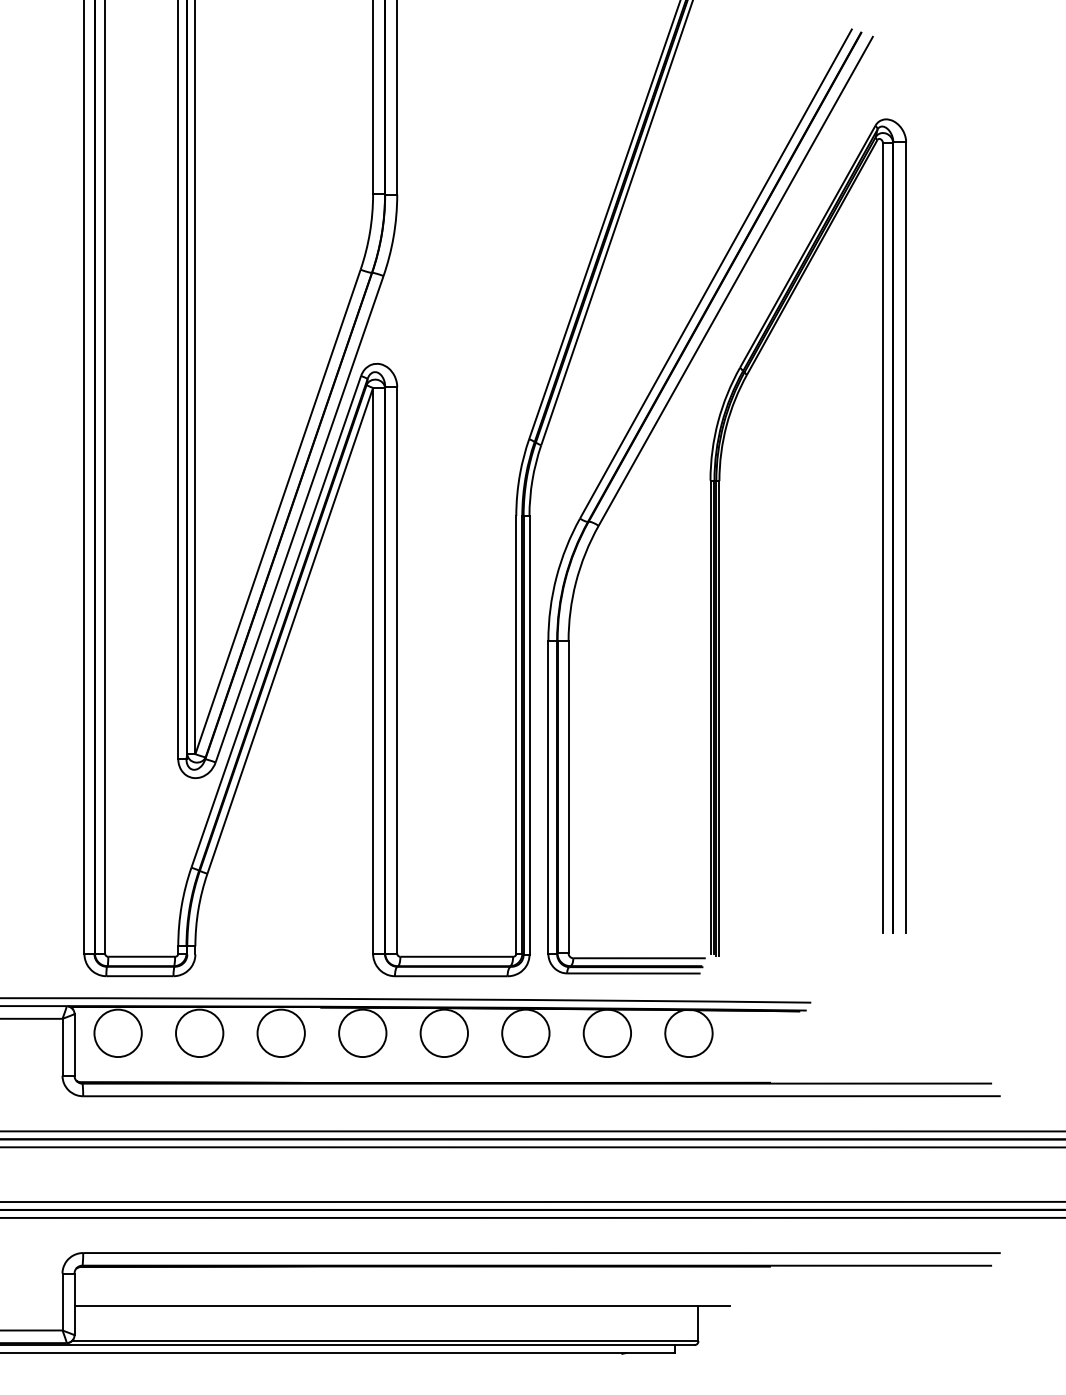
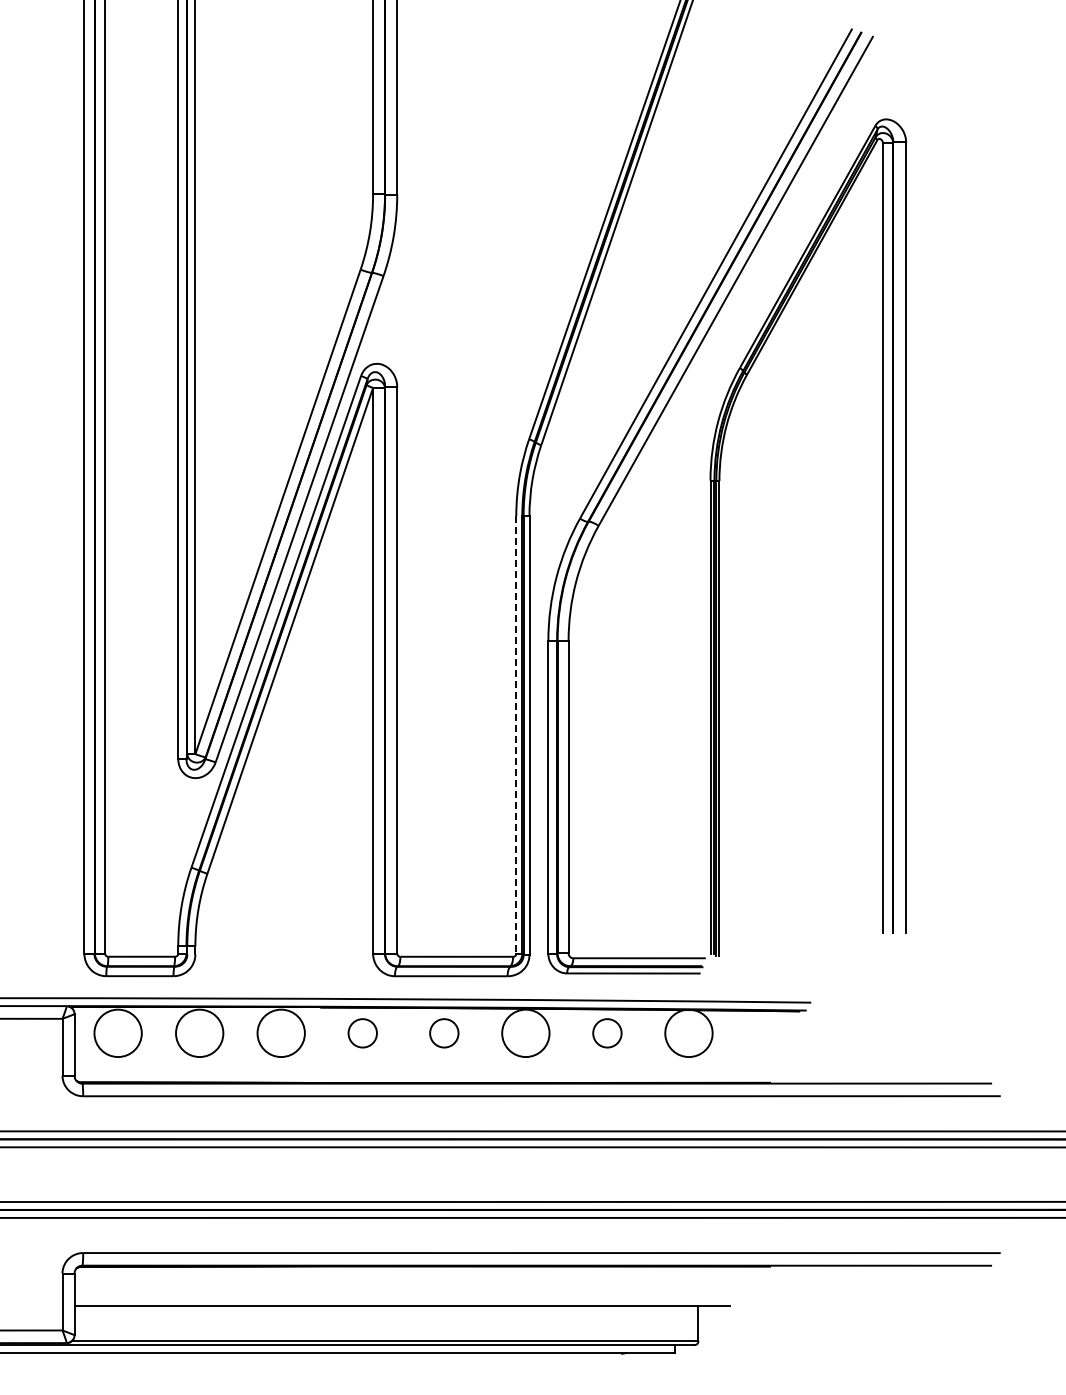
line at (516, 734): solid -> dashed
circle at (362, 1033) diameter: 47 px -> 28 px
circle at (444, 1033) diameter: 47 px -> 28 px
circle at (607, 1033) diameter: 47 px -> 28 px
